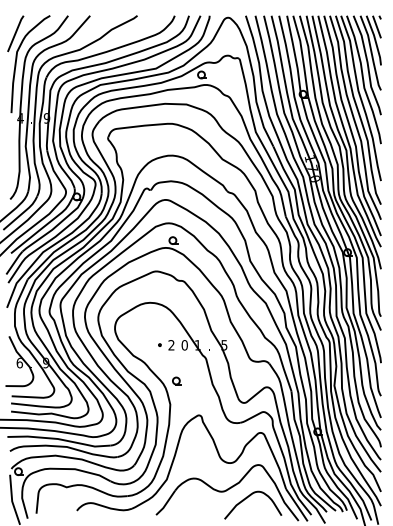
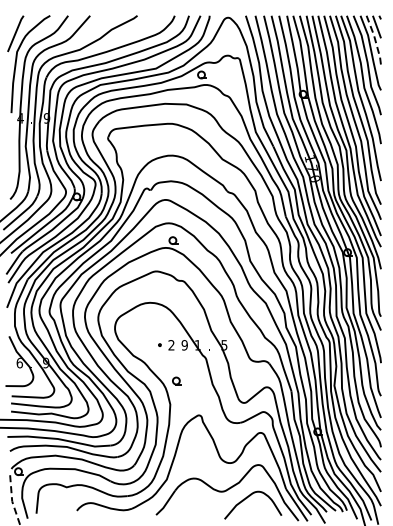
line at (375, 40): solid -> dashed
text at (184, 345): 0 -> 9
line at (12, 500): solid -> dashed
